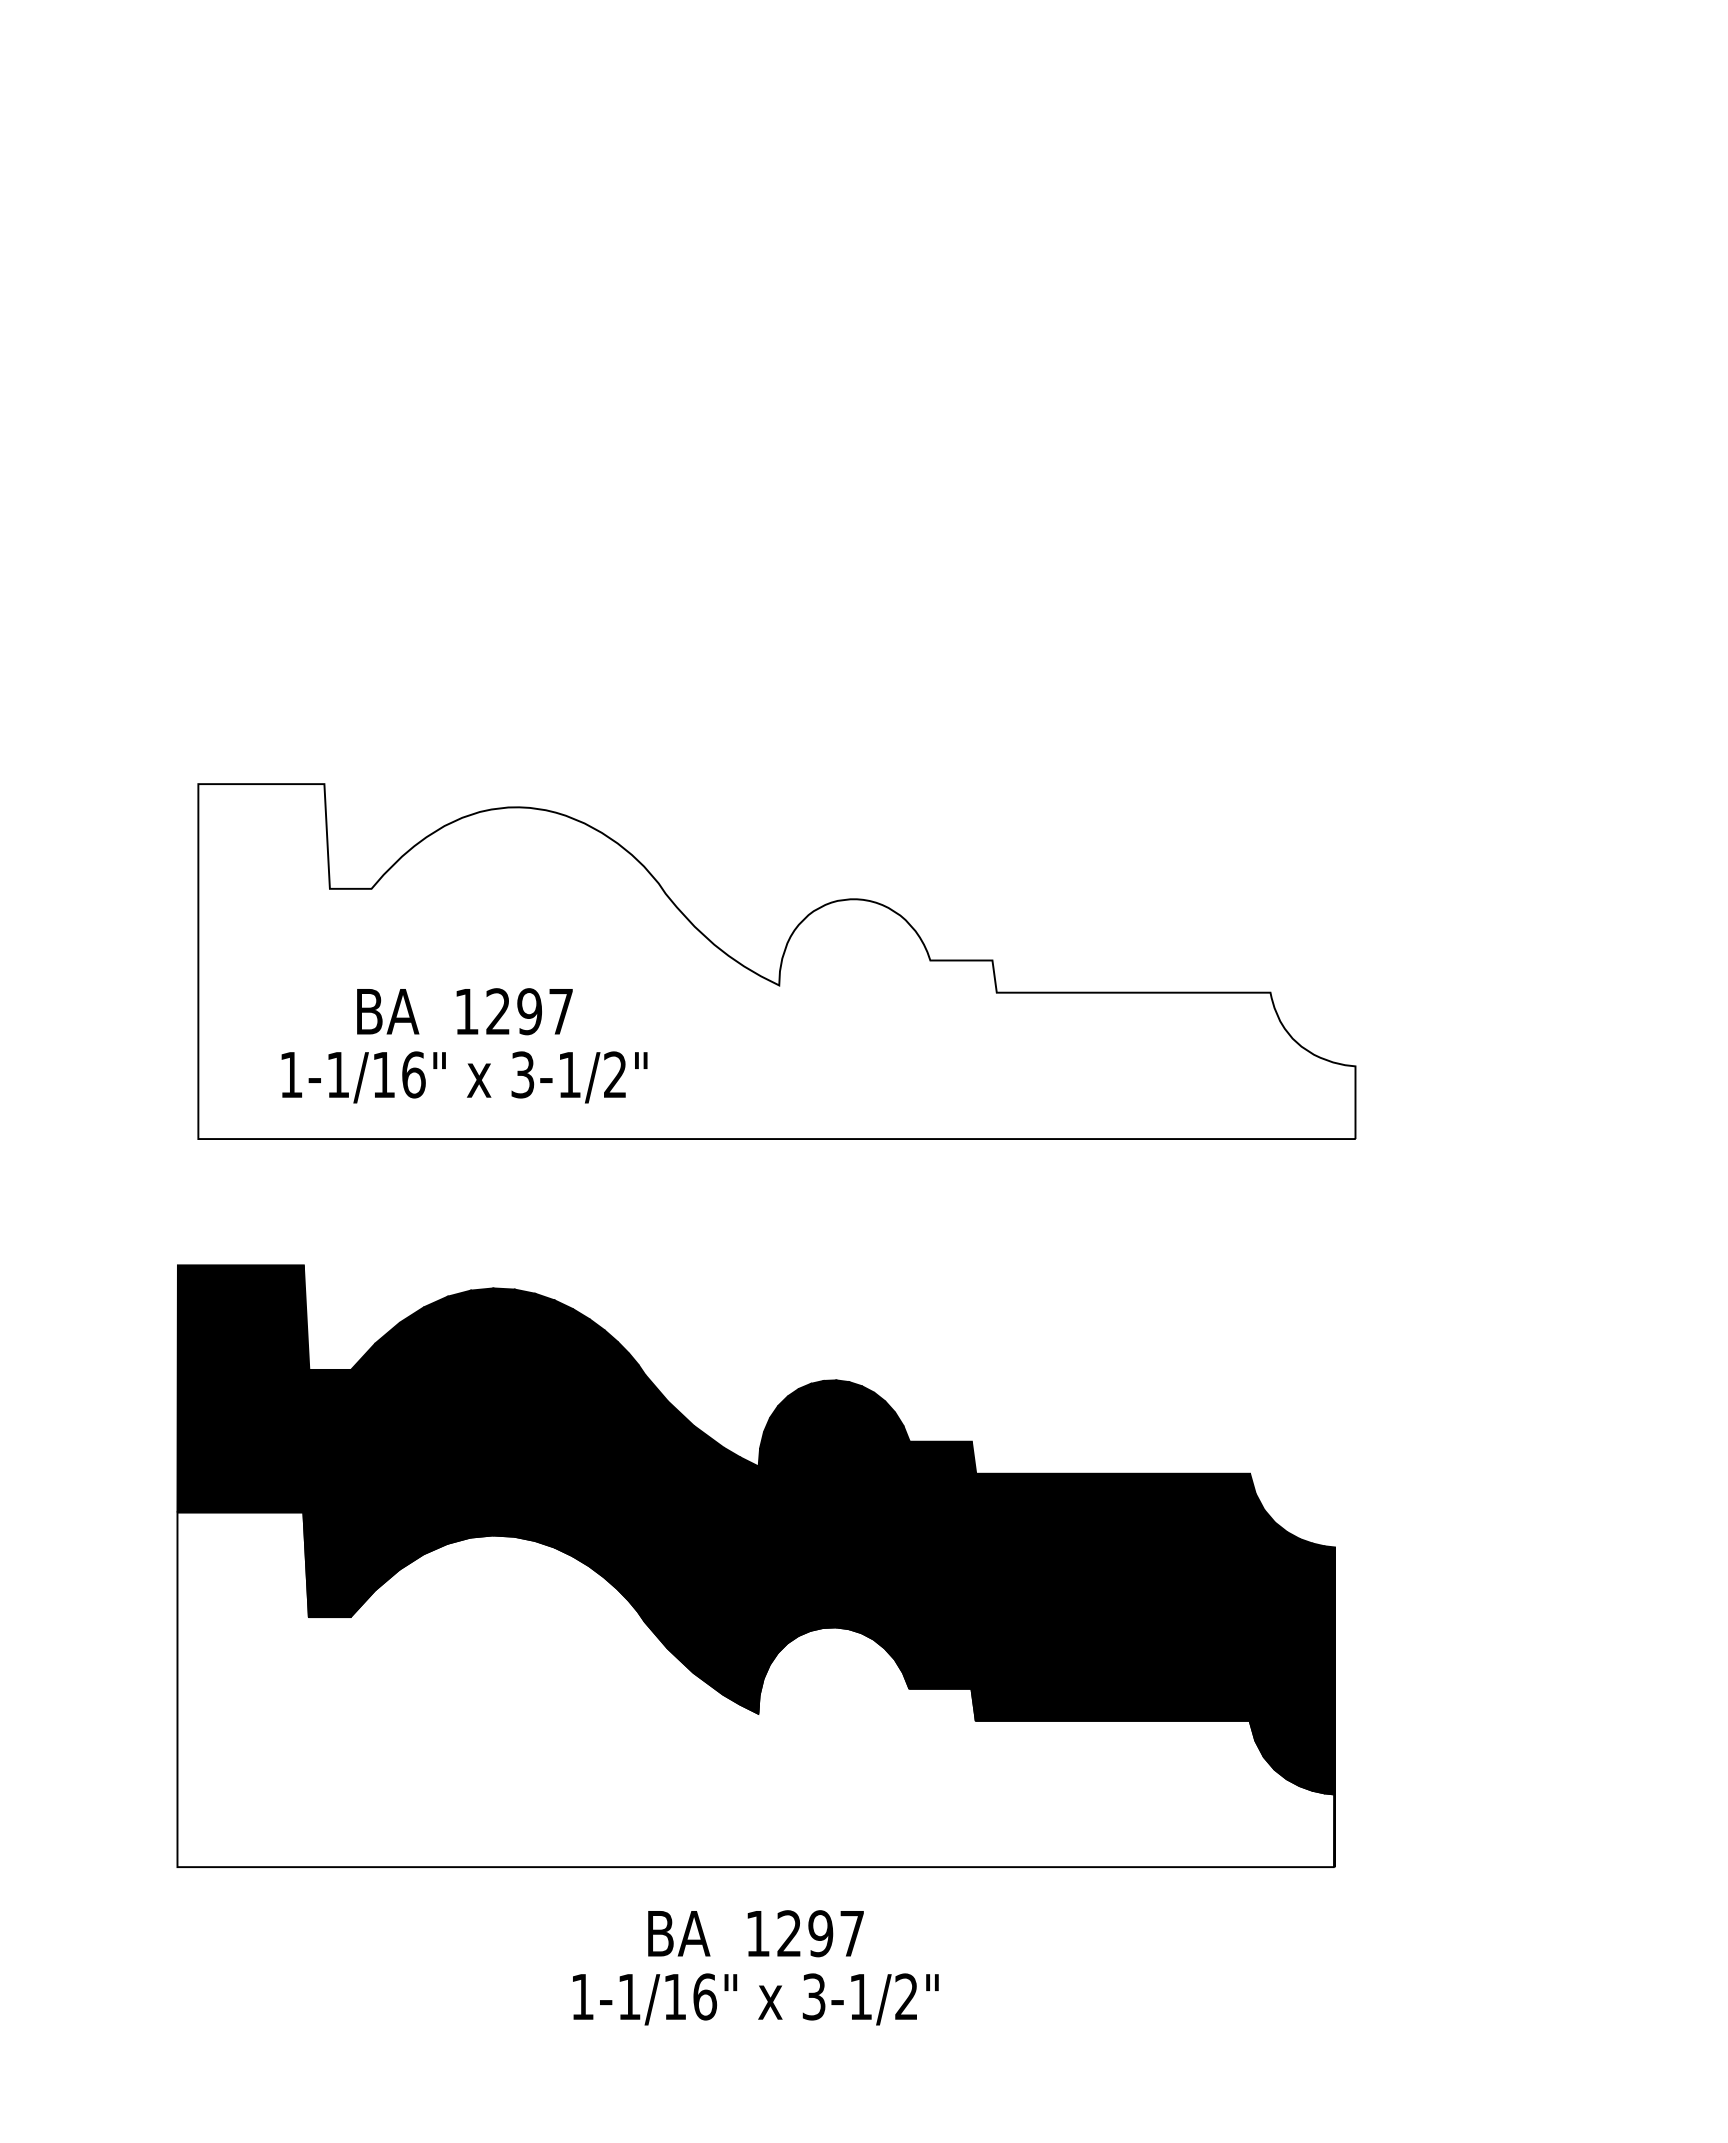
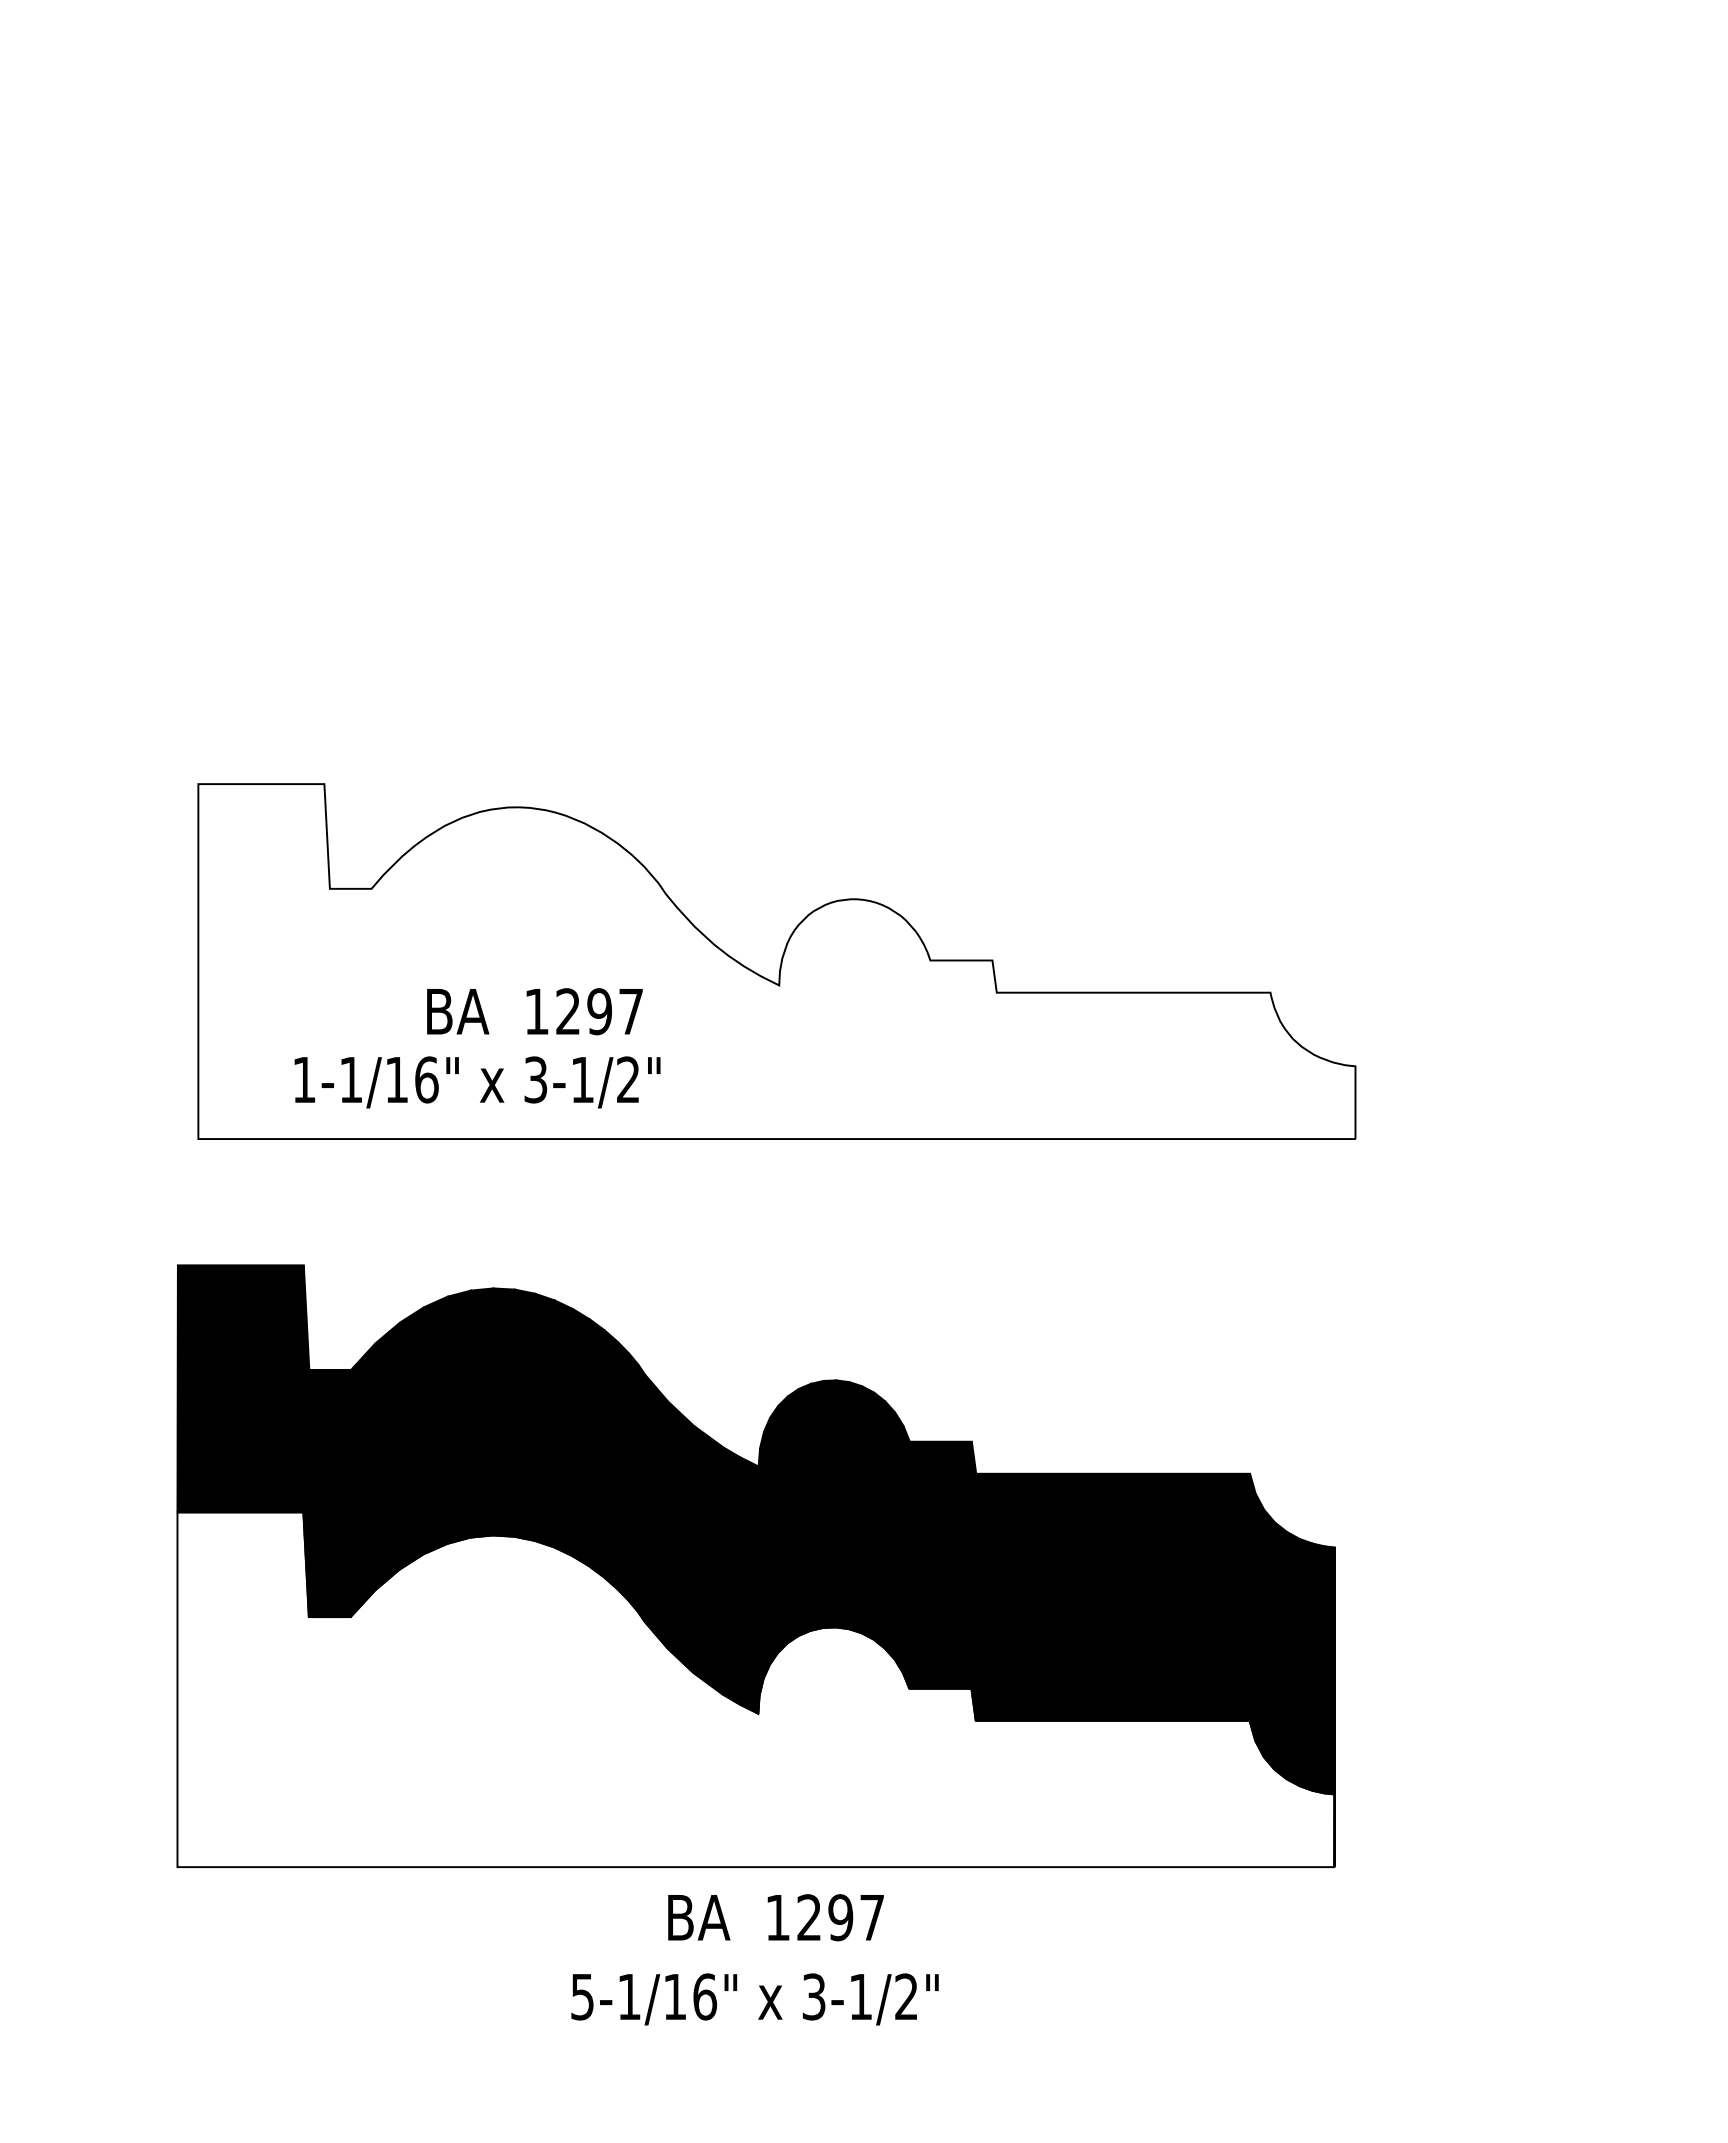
text at (464, 1011) position: (464, 1011) -> (534, 1011)
text at (464, 1077) position: (464, 1077) -> (477, 1082)
text at (755, 1933) position: (755, 1933) -> (775, 1917)
text at (582, 1997): 1-1/16" -> 5-1/16"
